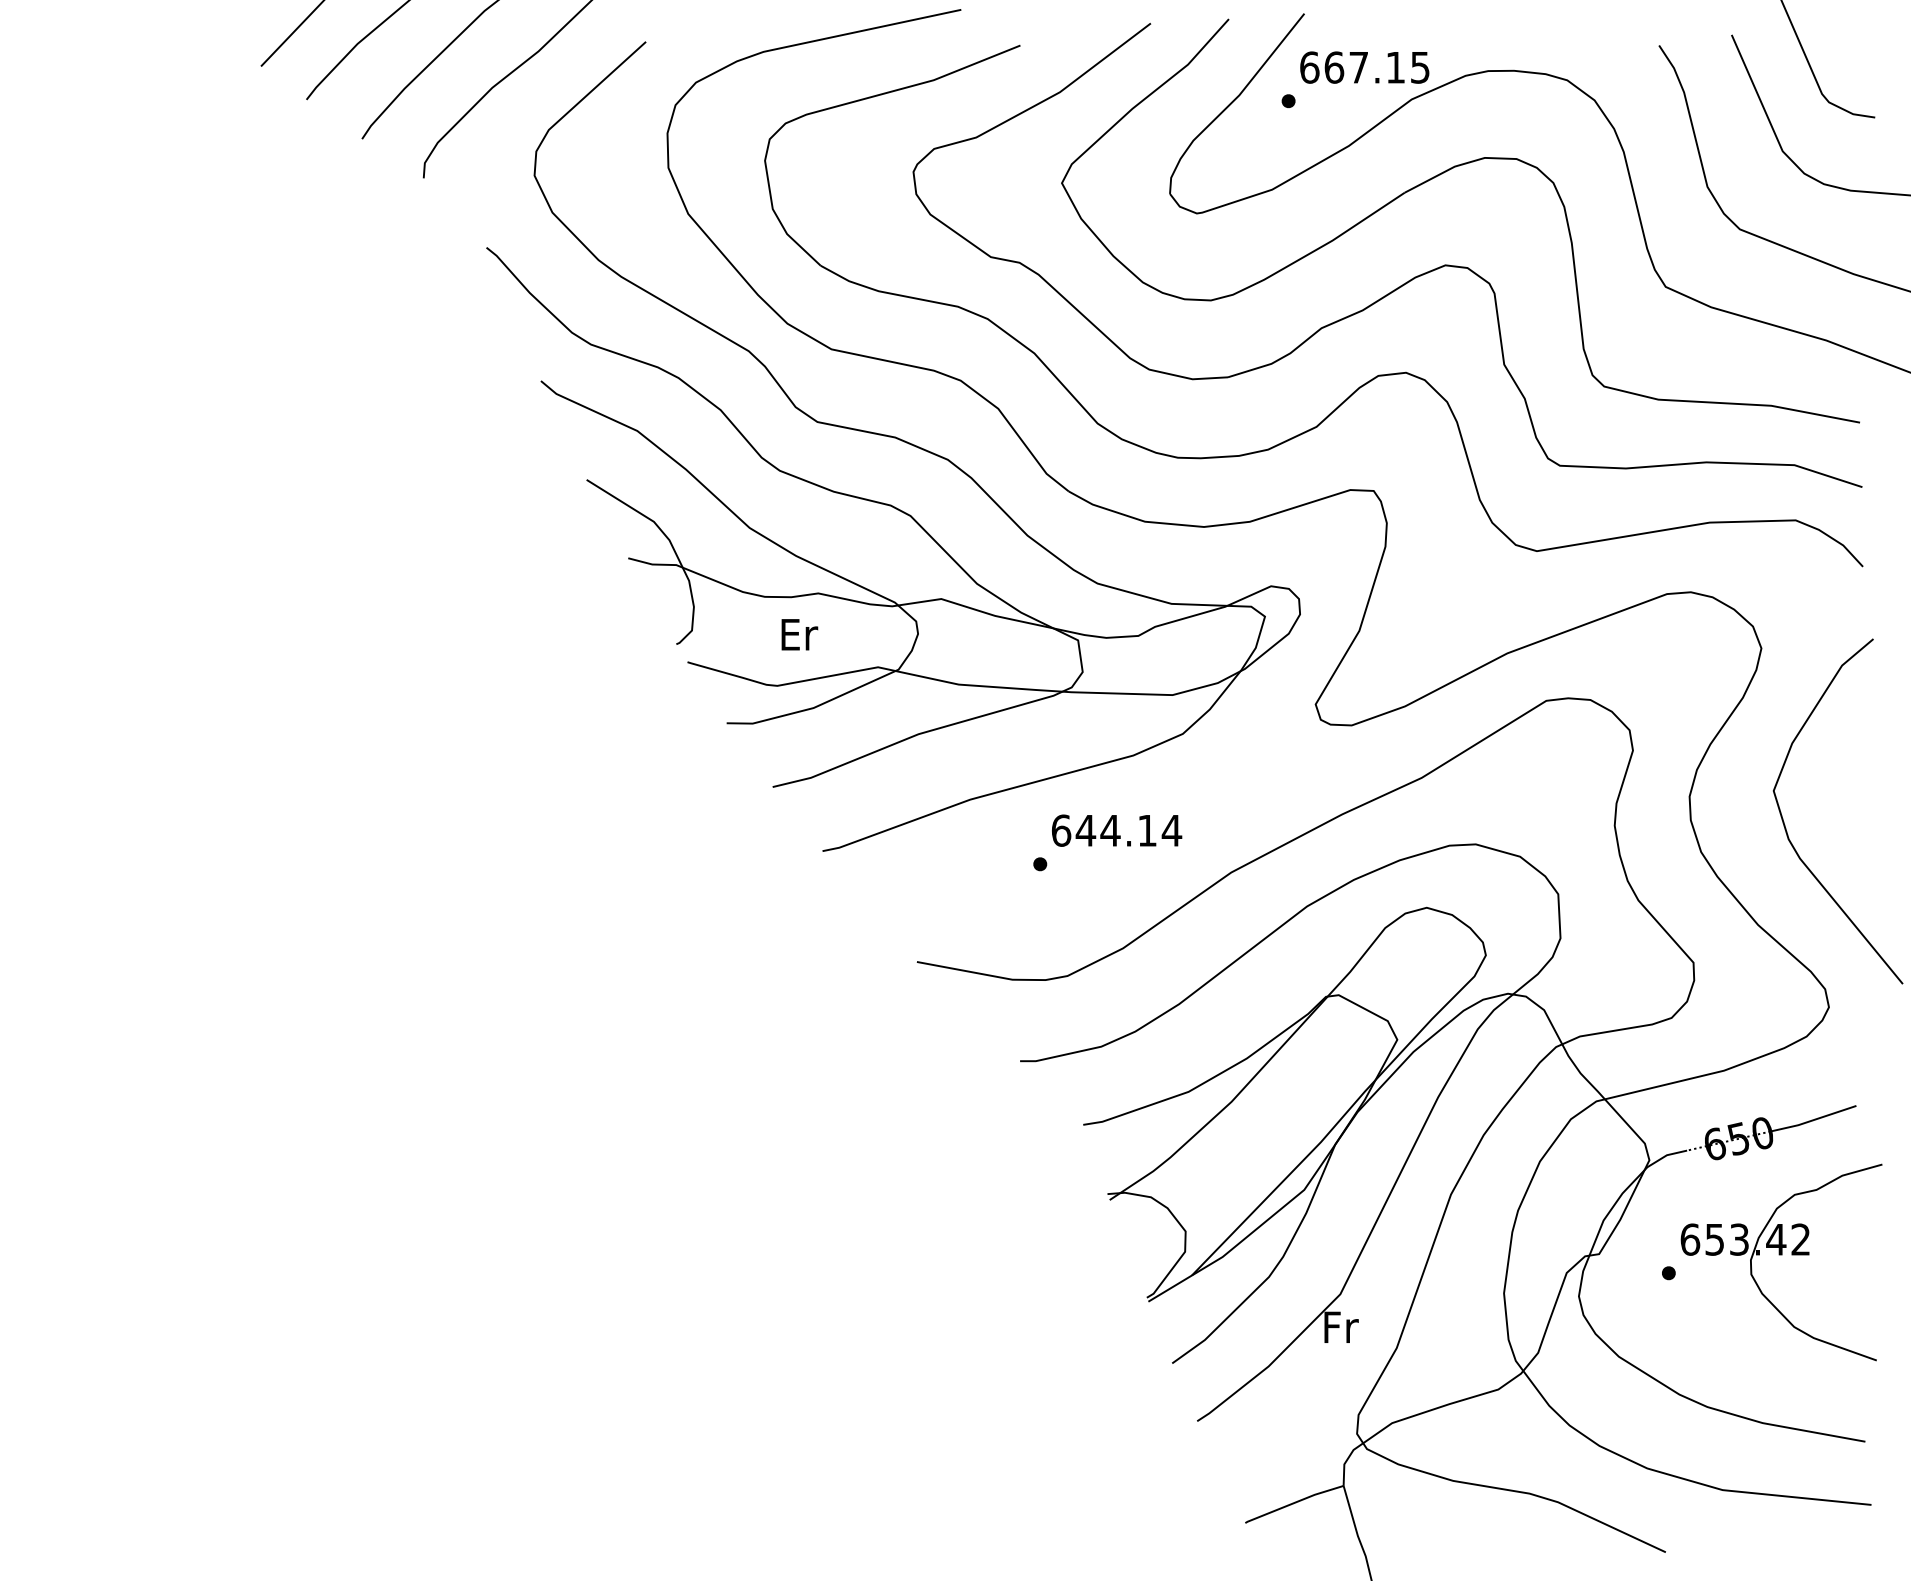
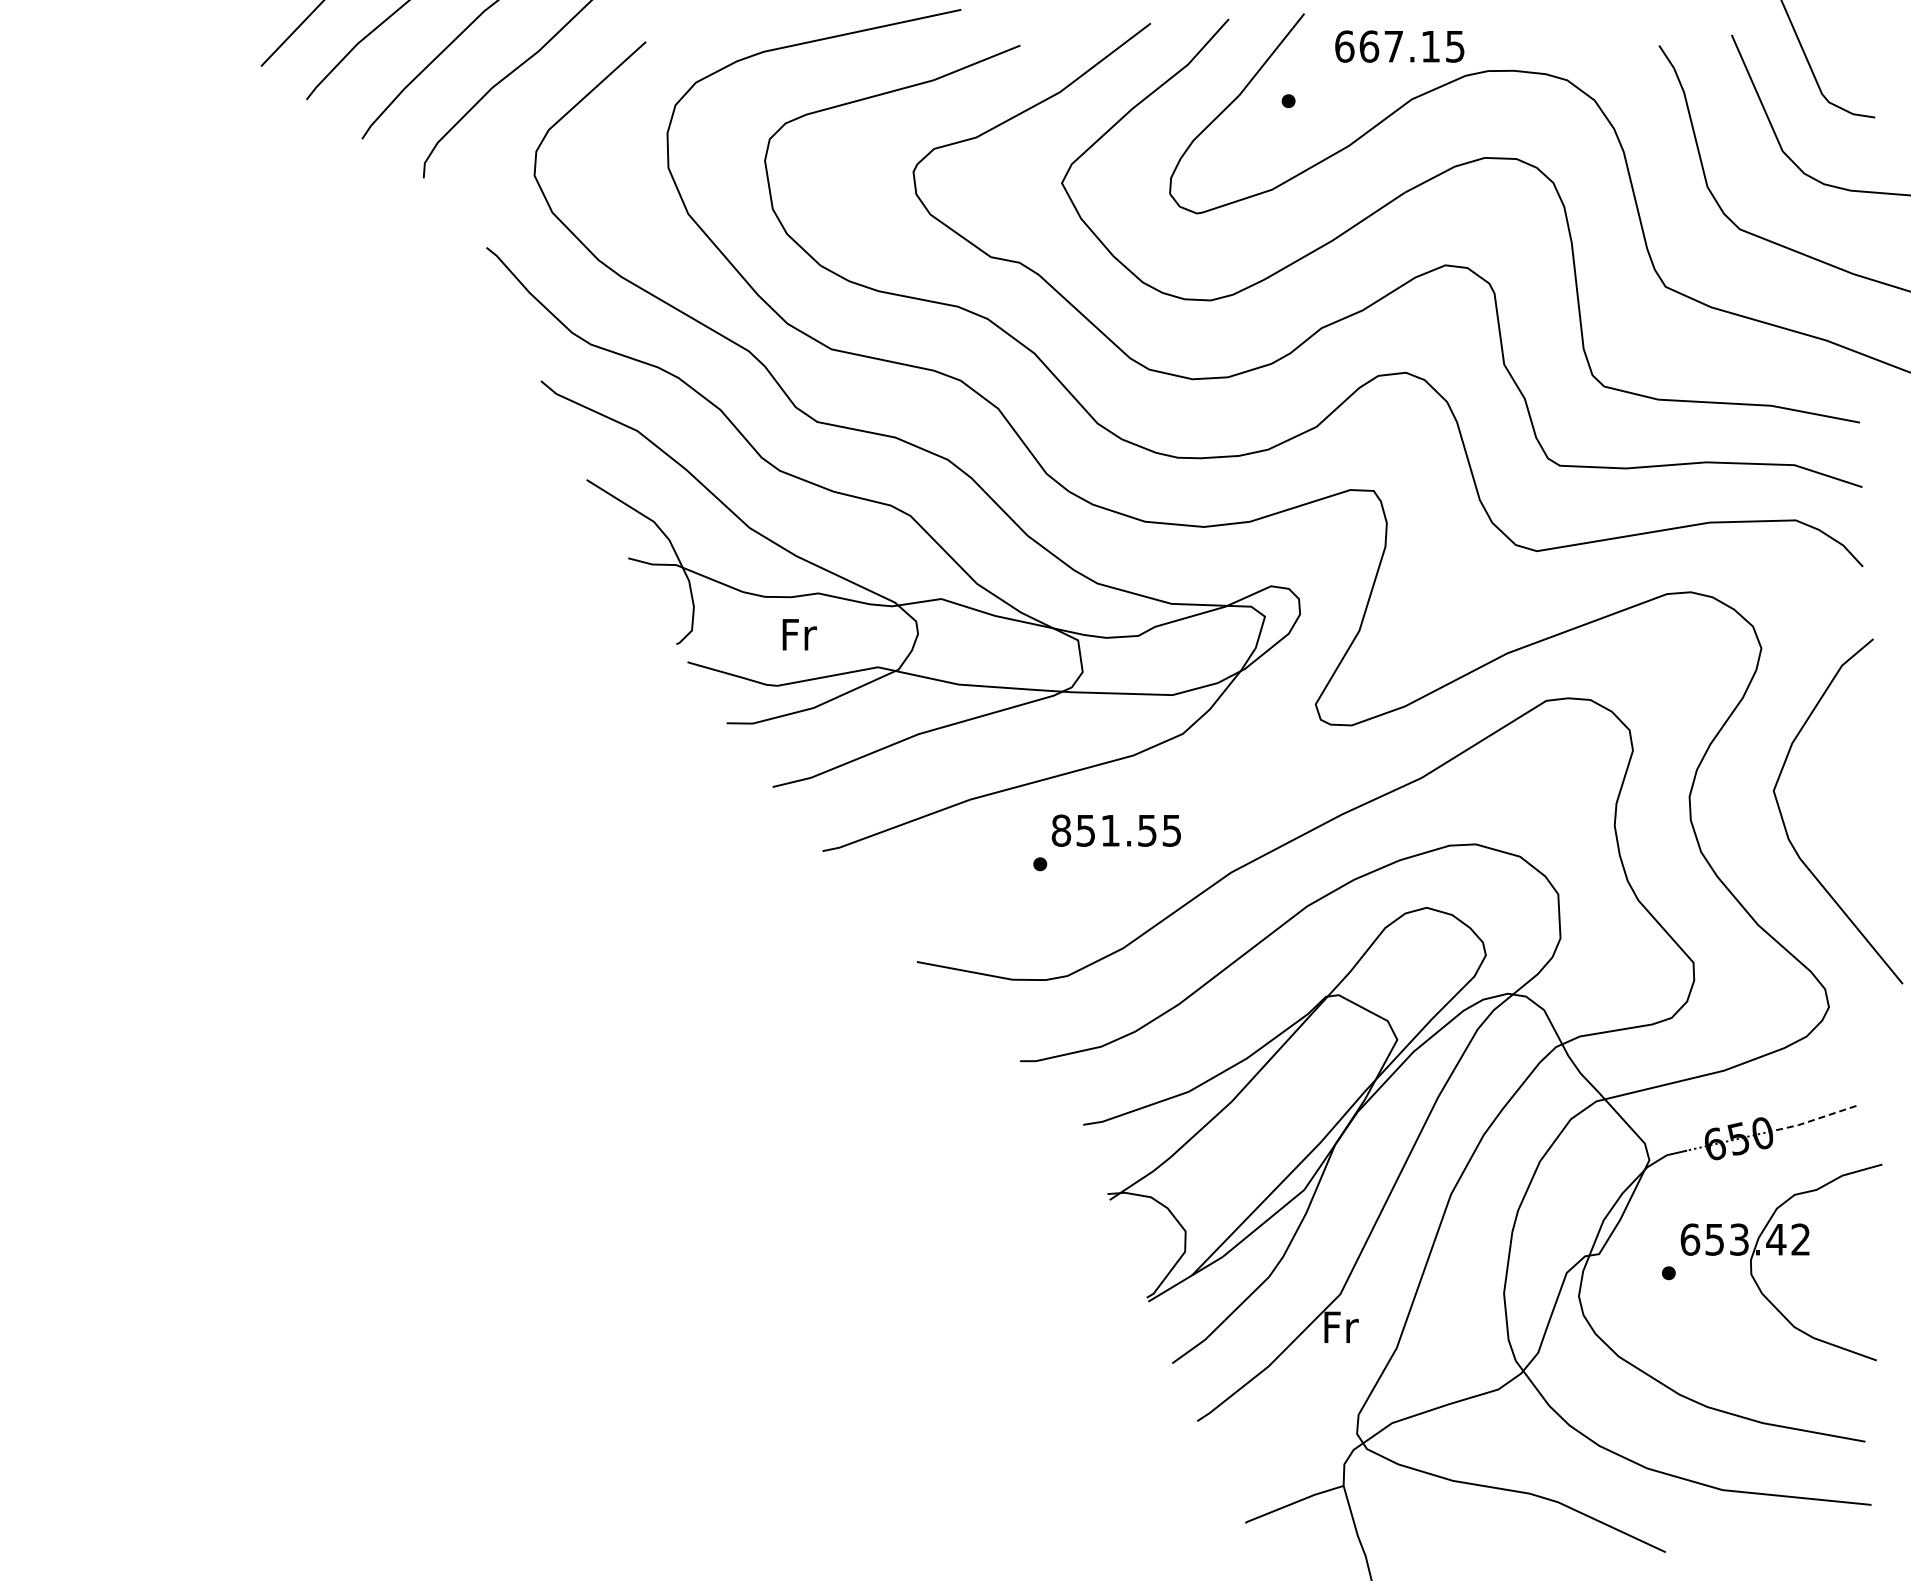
text at (1364, 67) position: (1364, 67) -> (1399, 46)
text at (799, 634): Er -> Fr
text at (1116, 830): 644.14 -> 851.55
line at (1813, 1120): solid -> dashed
